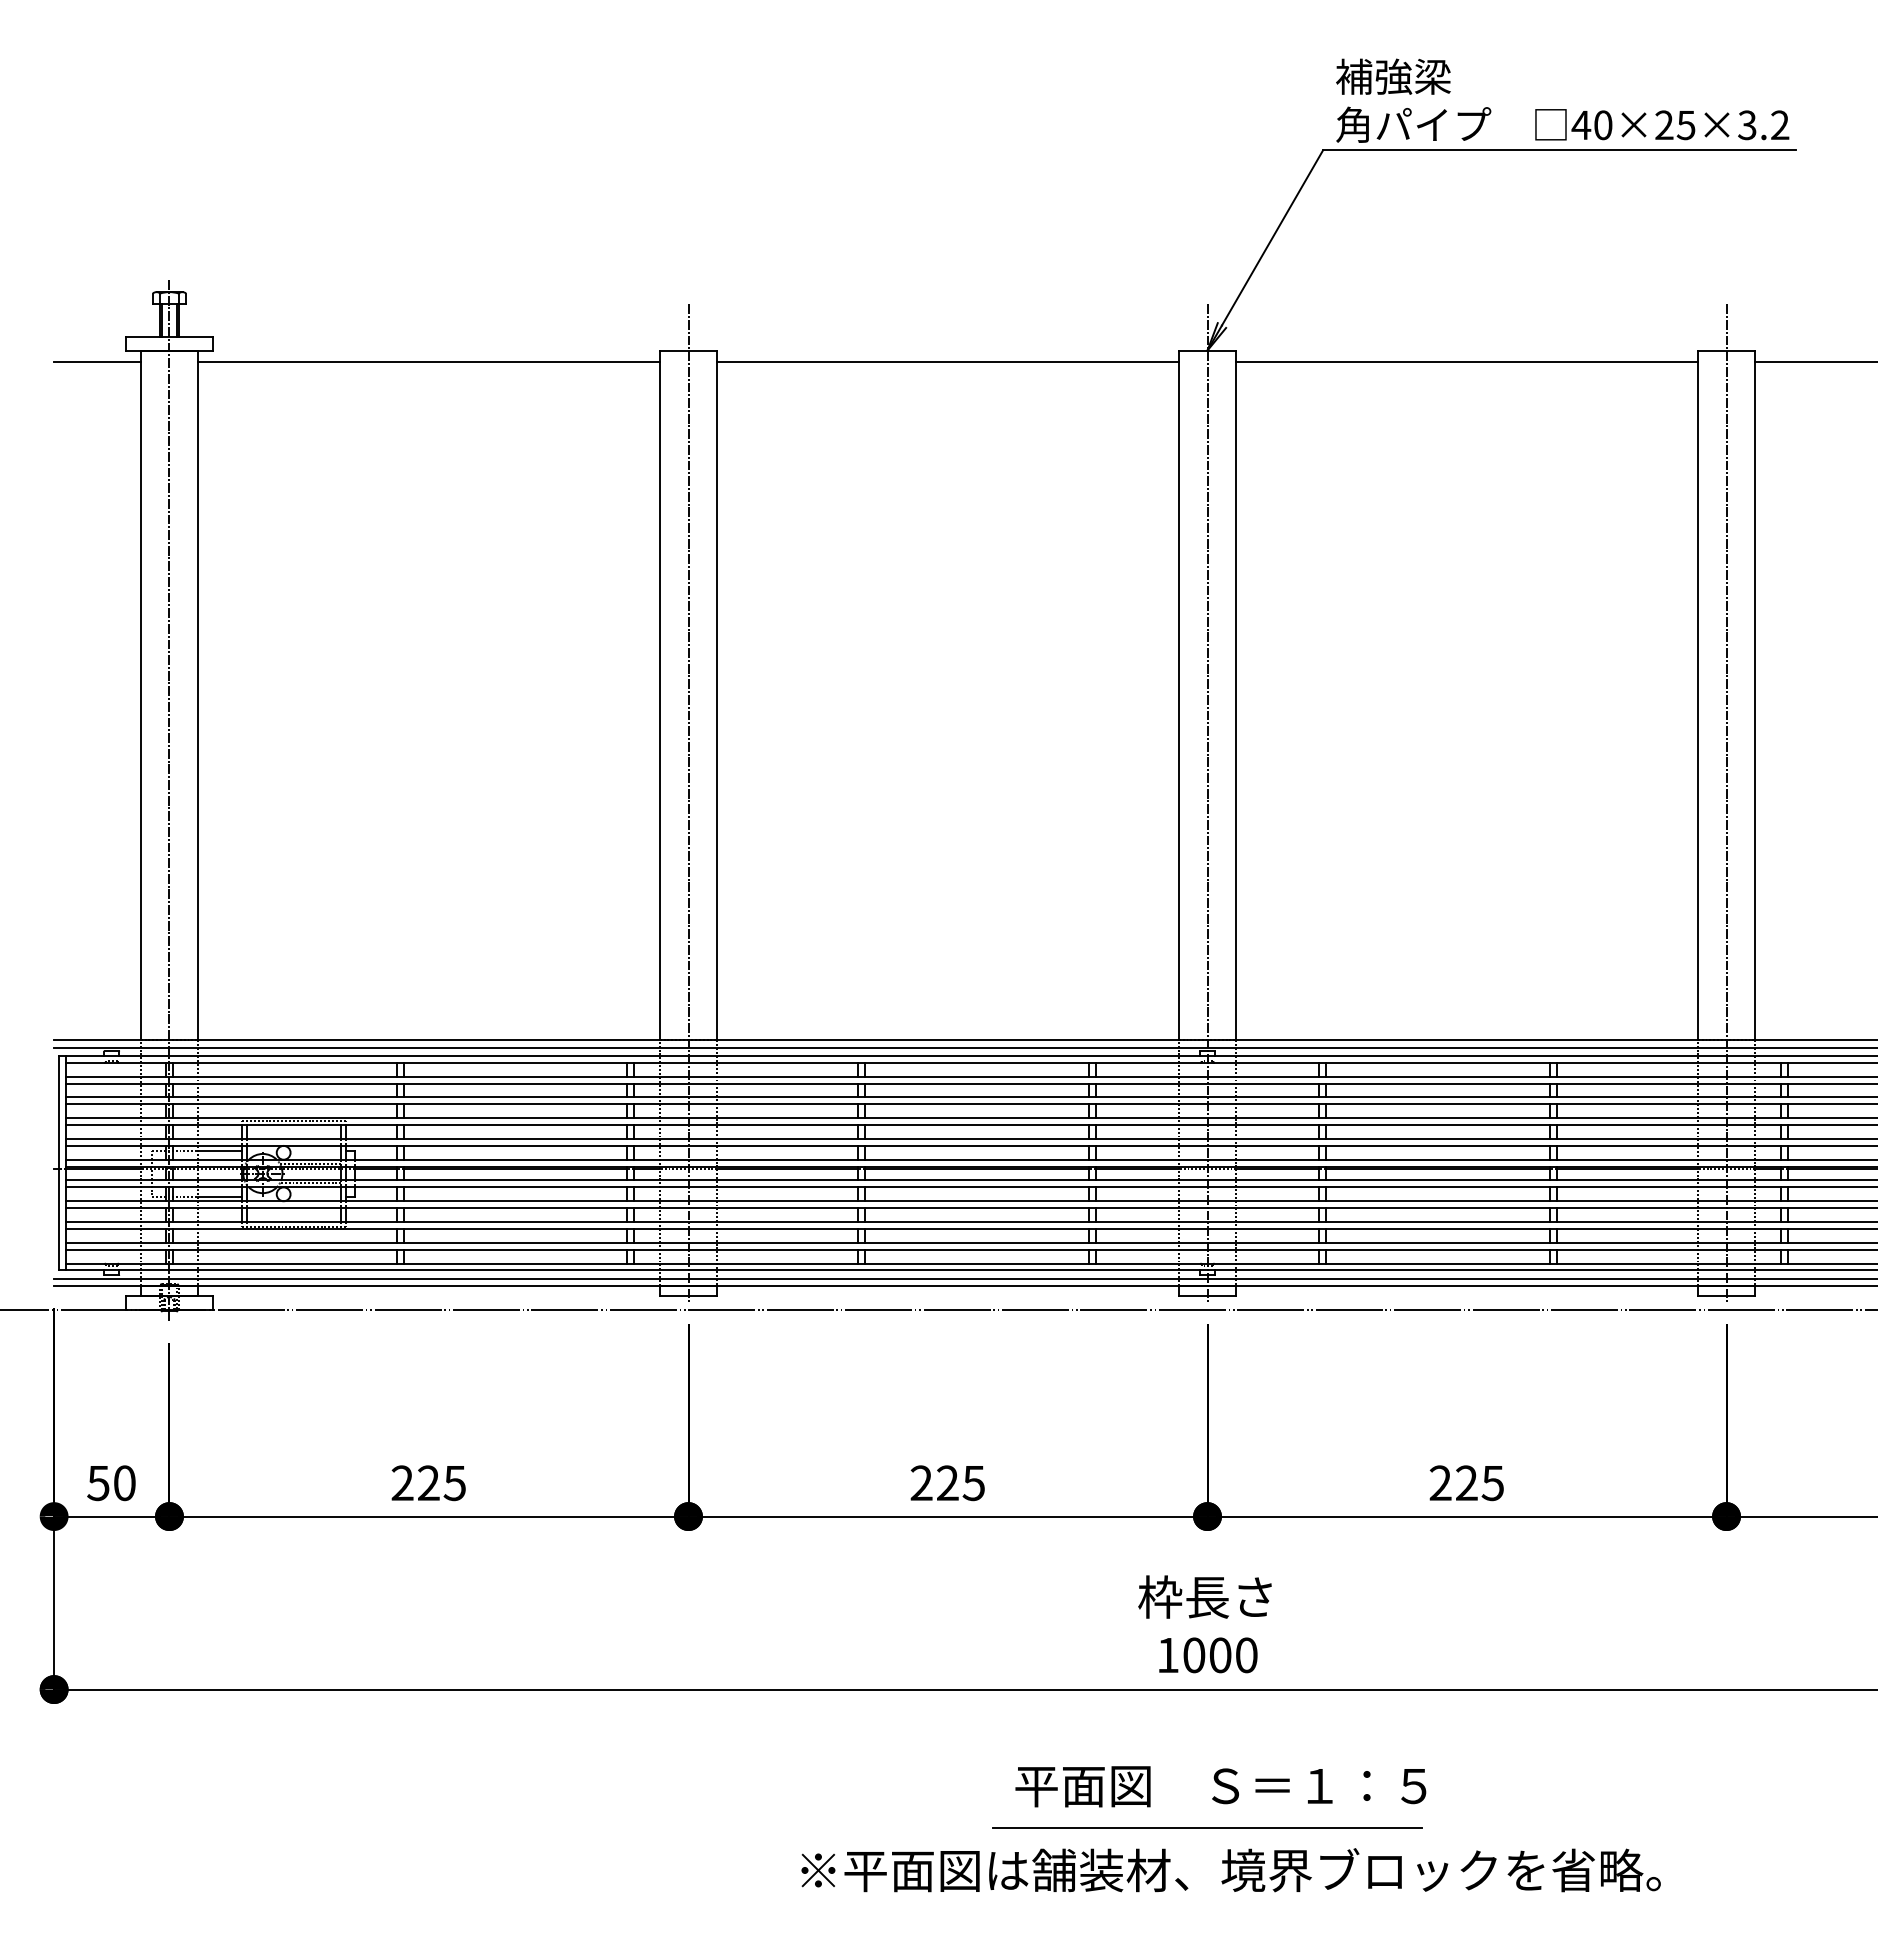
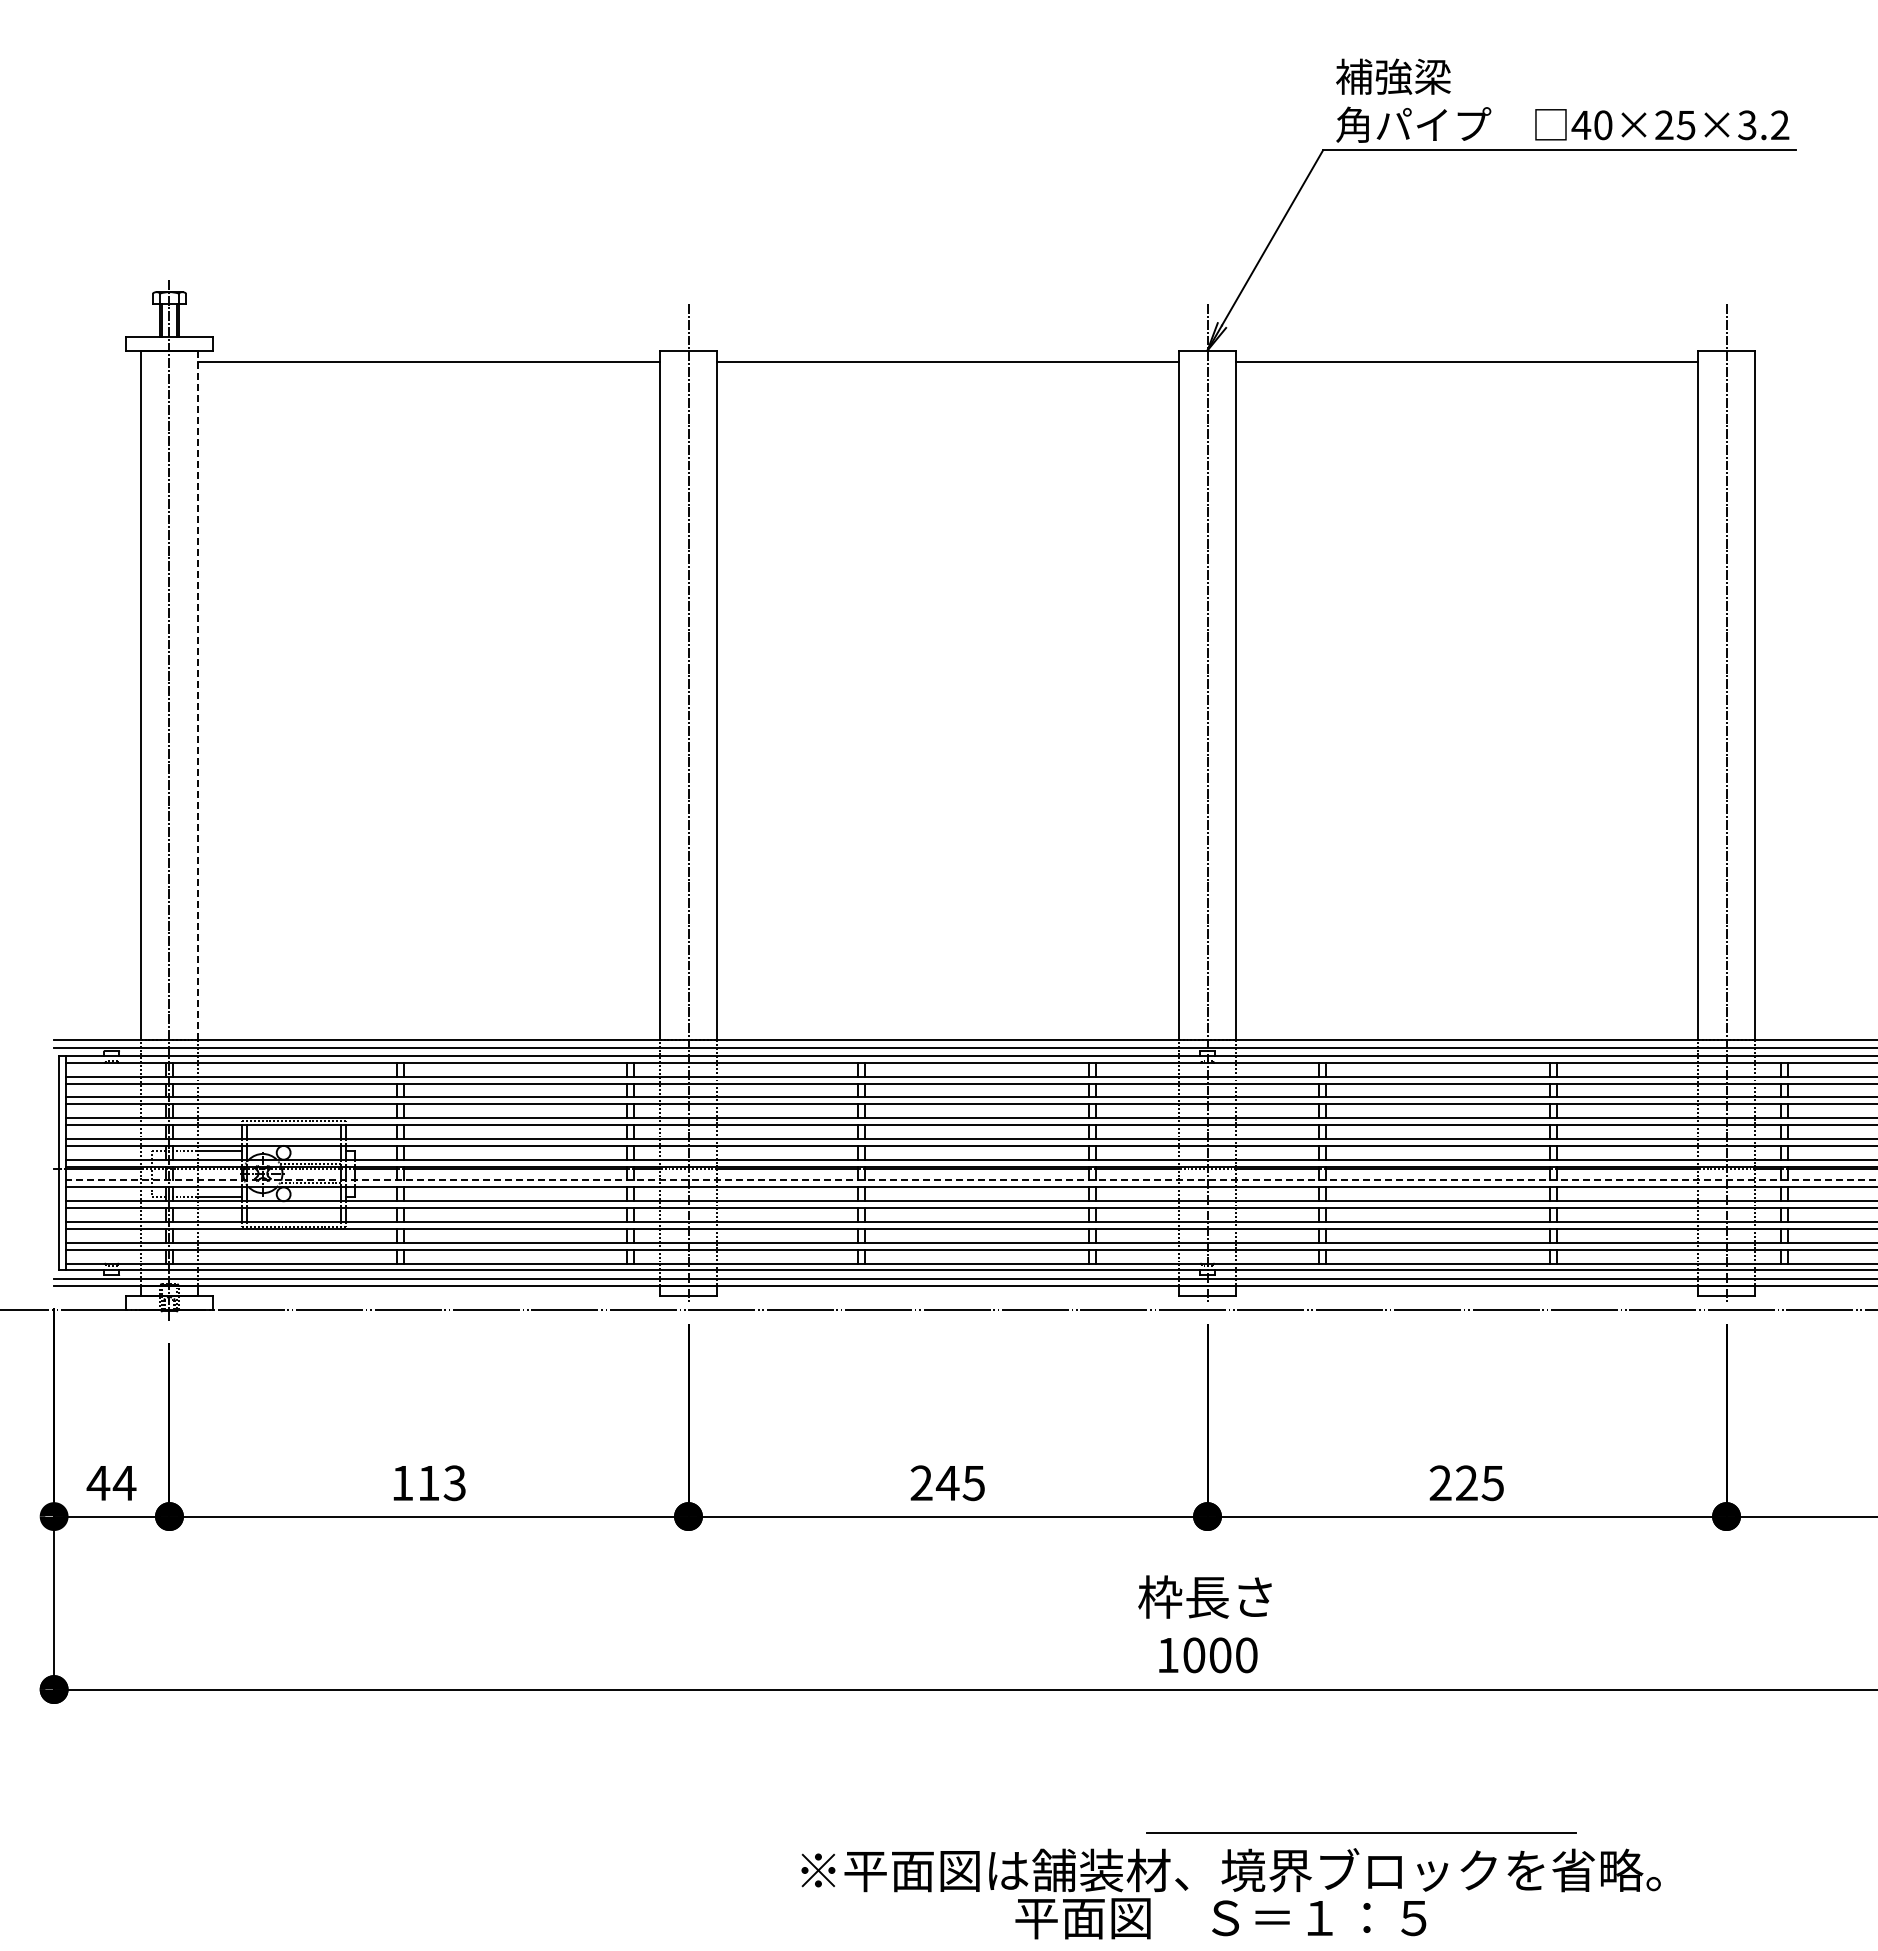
line at (97, 362): present -> none
line at (1814, 362): present -> none
line at (198, 695): solid -> dashed
line at (971, 1180): solid -> dashed
text at (428, 1482): 225 -> 113
text at (947, 1482): 225 -> 245
text at (111, 1483): 50 -> 44
text at (1220, 1786) position: (1220, 1786) -> (1220, 1918)
line at (1207, 1827) position: (1207, 1827) -> (1361, 1832)
